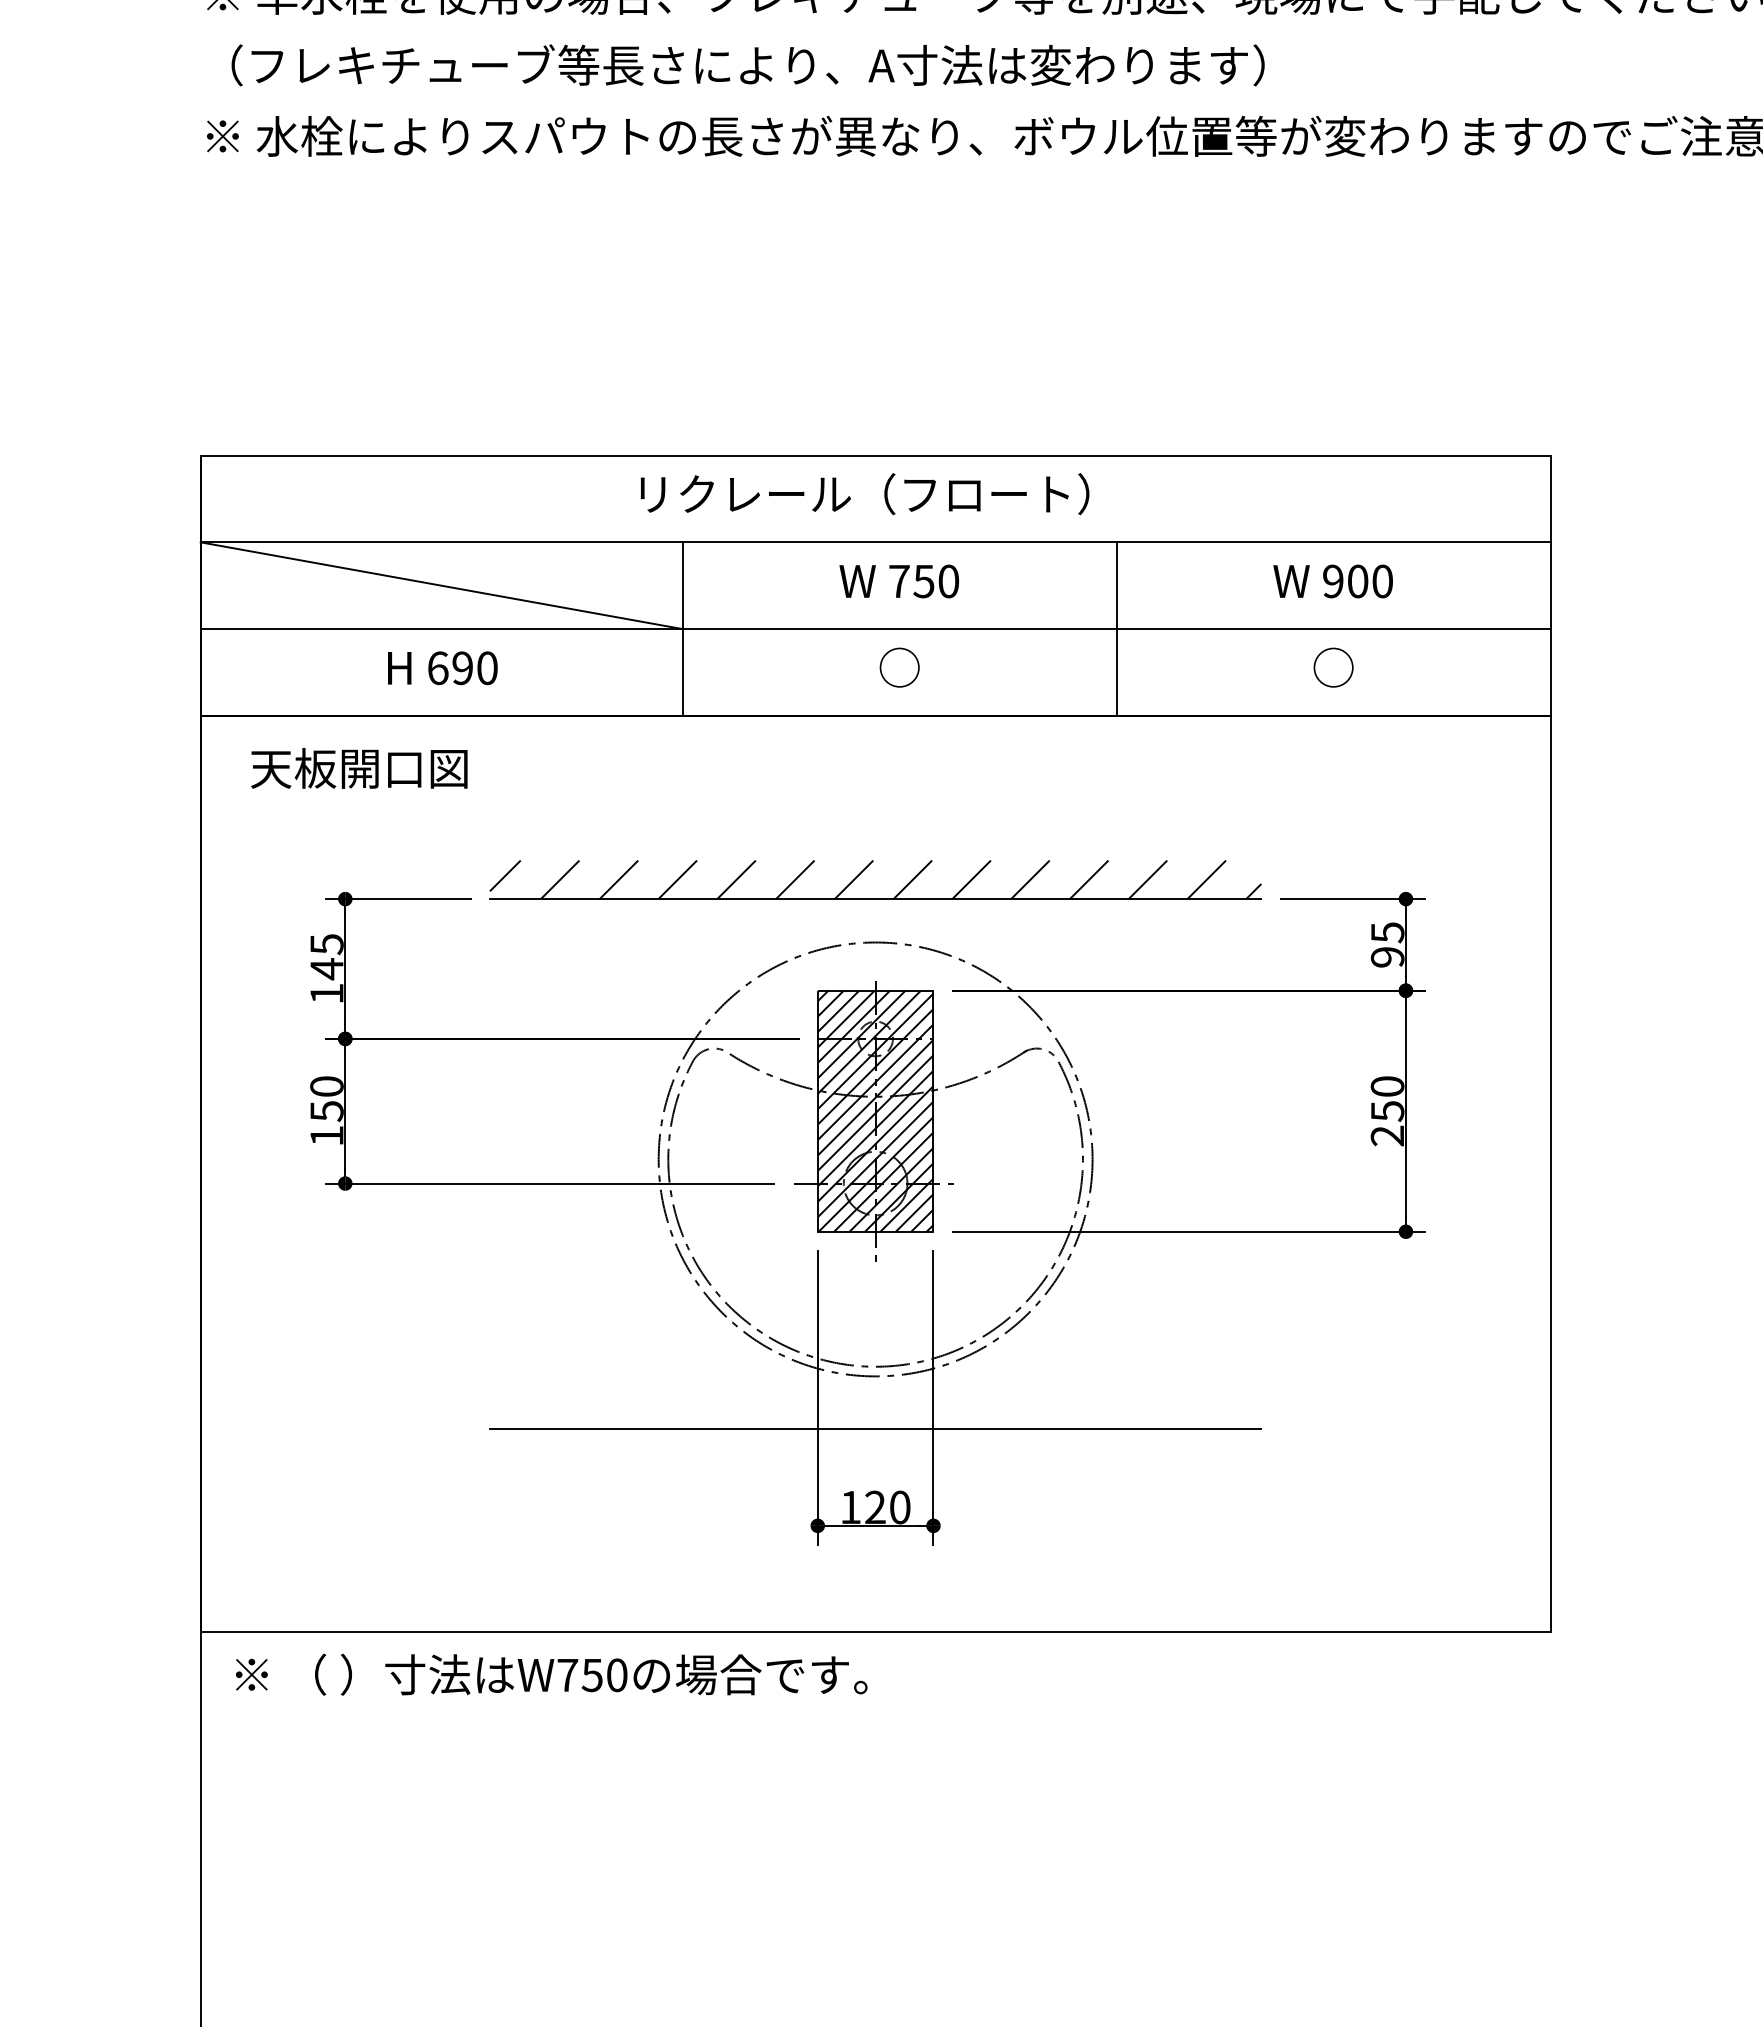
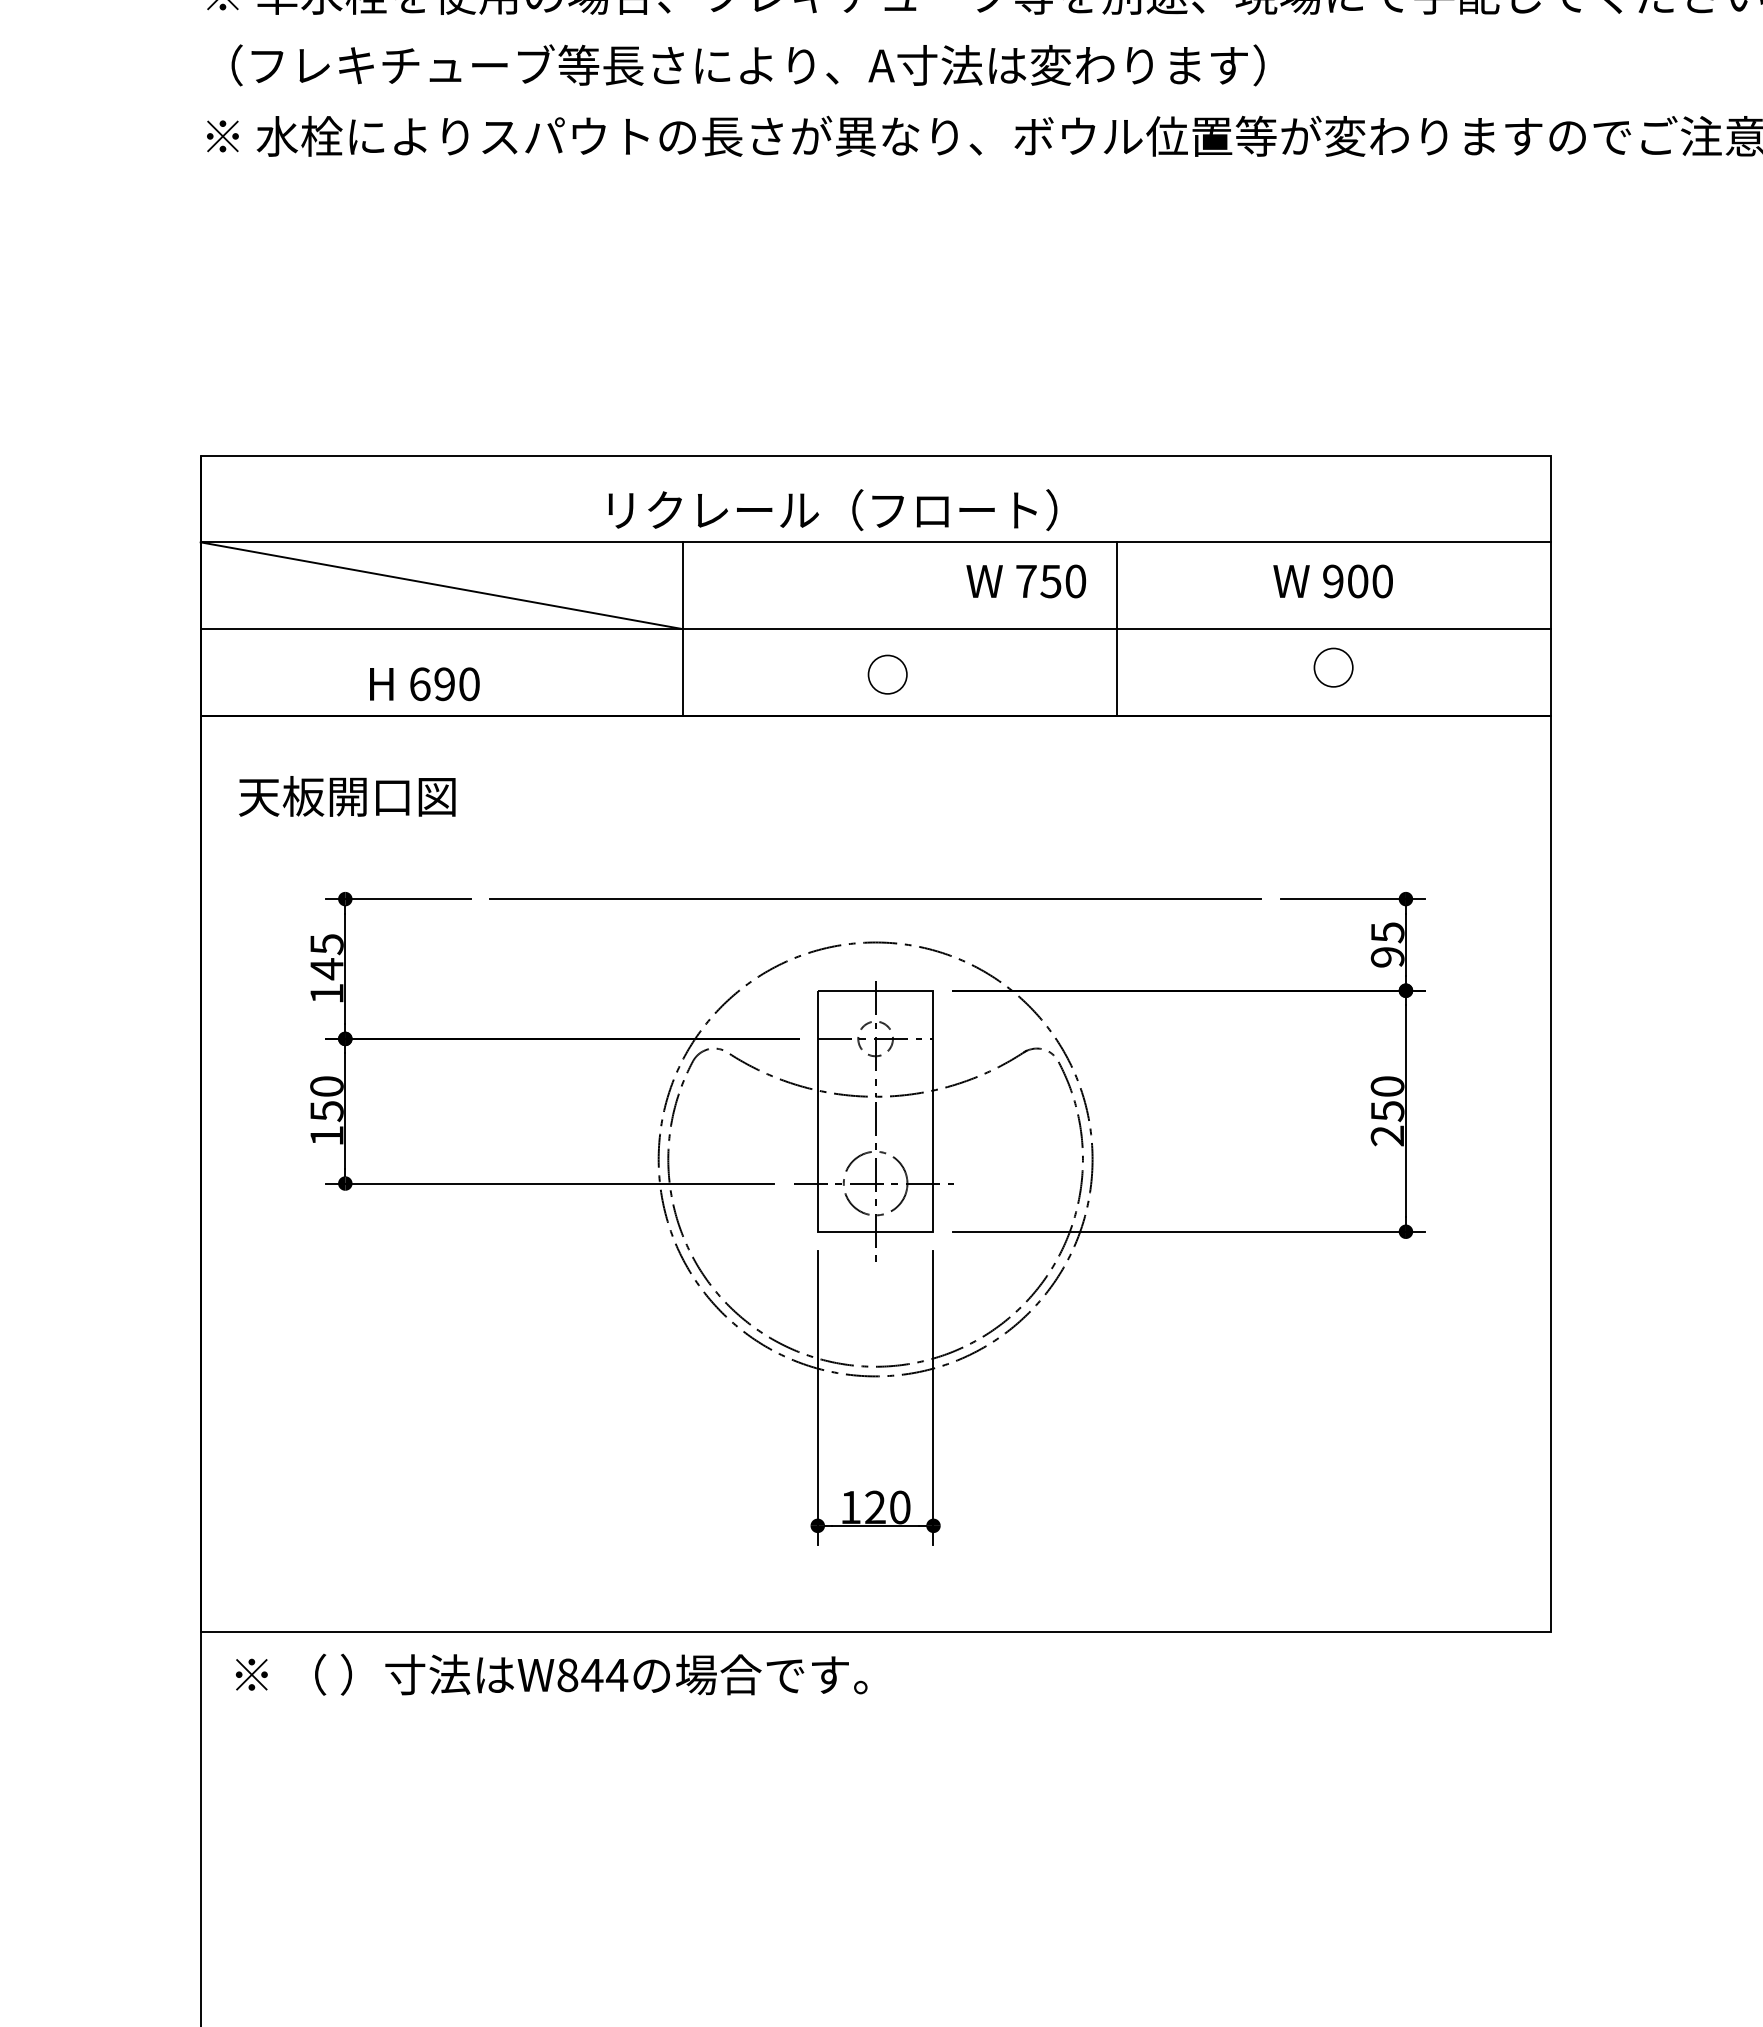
text at (864, 494) position: (864, 494) -> (832, 510)
text at (898, 581) position: (898, 581) -> (1025, 581)
text at (899, 667) position: (899, 667) -> (887, 674)
text at (442, 668) position: (442, 668) -> (424, 684)
text at (359, 768) position: (359, 768) -> (347, 796)
hatch at (875, 879): present -> none
hatch at (875, 1110): present -> none
line at (875, 1429): present -> none
text at (592, 1675): W750 -> W844
